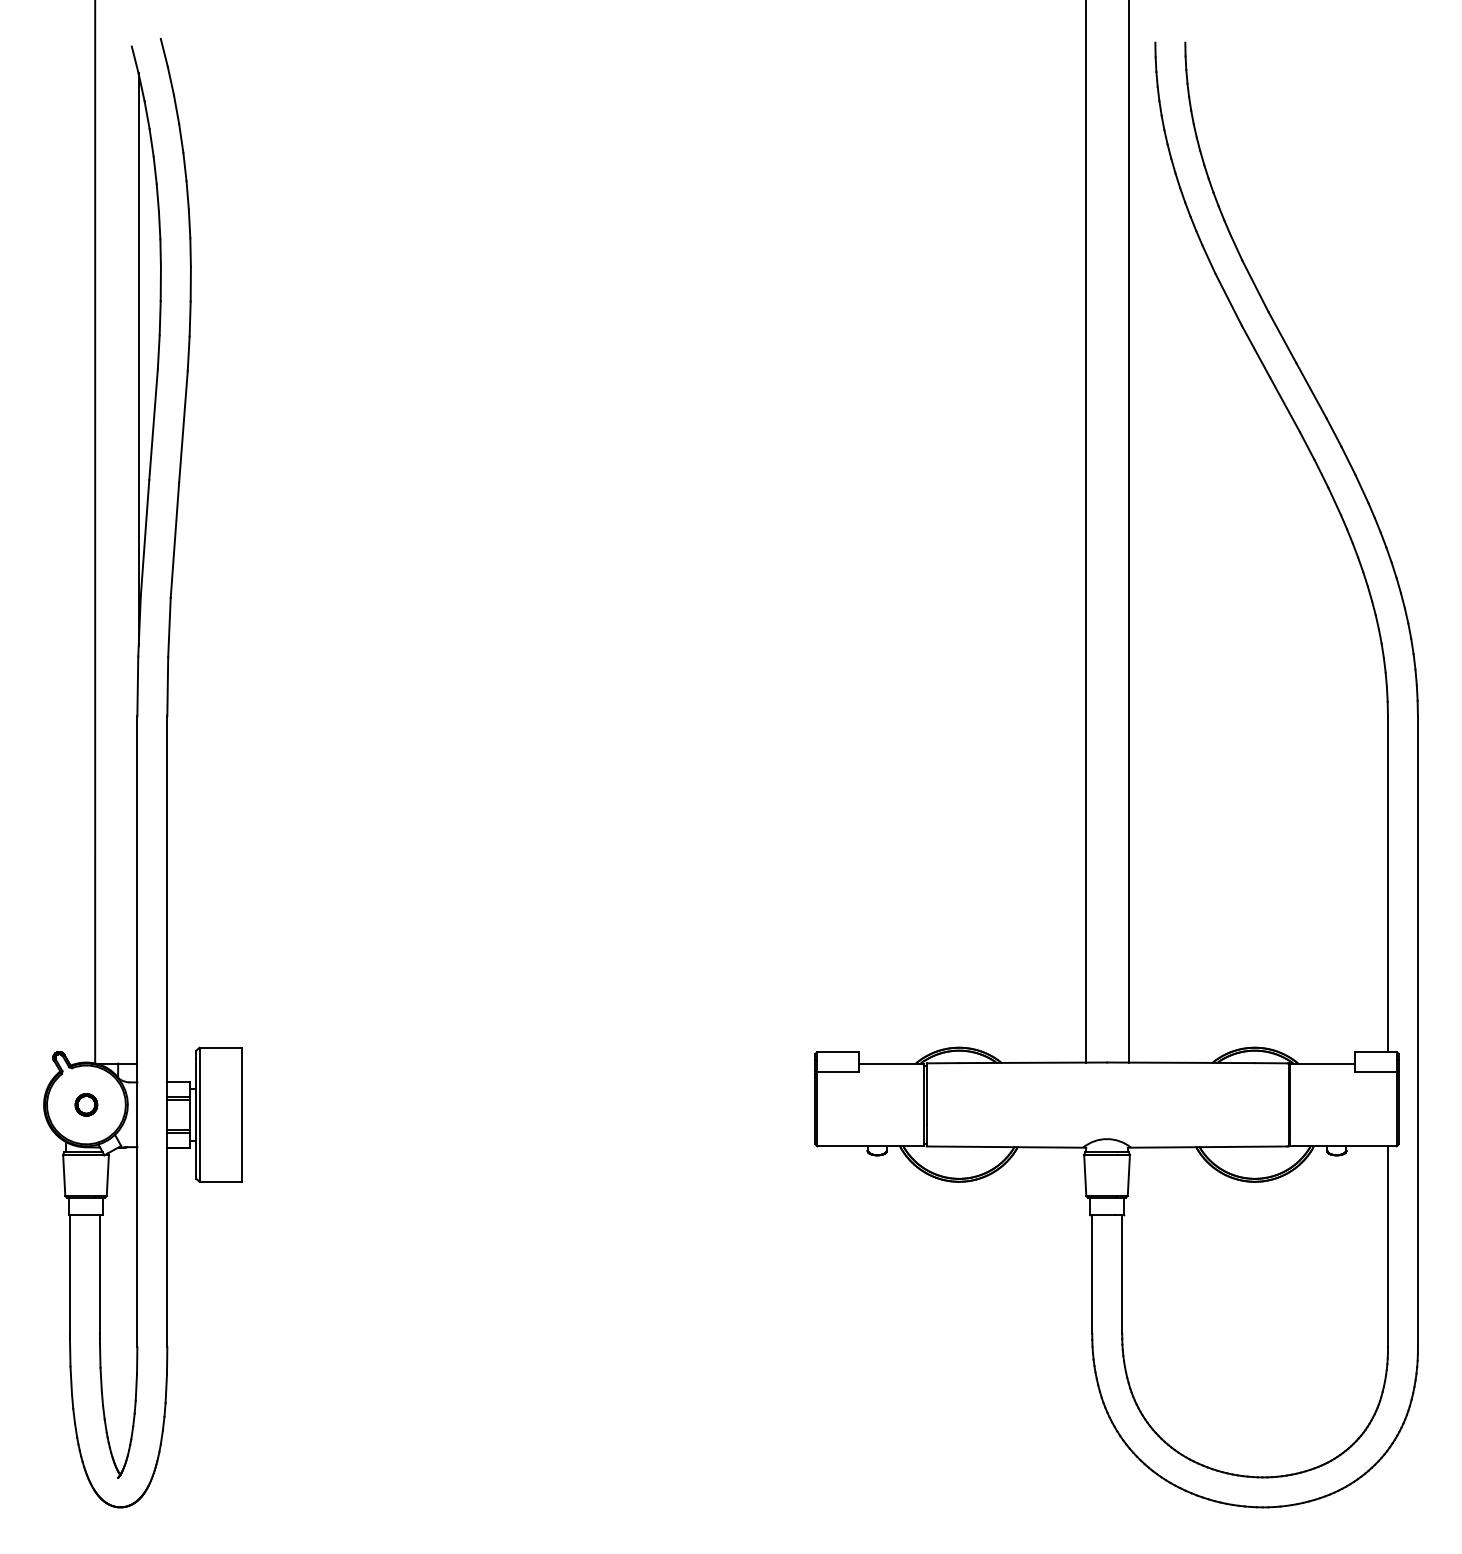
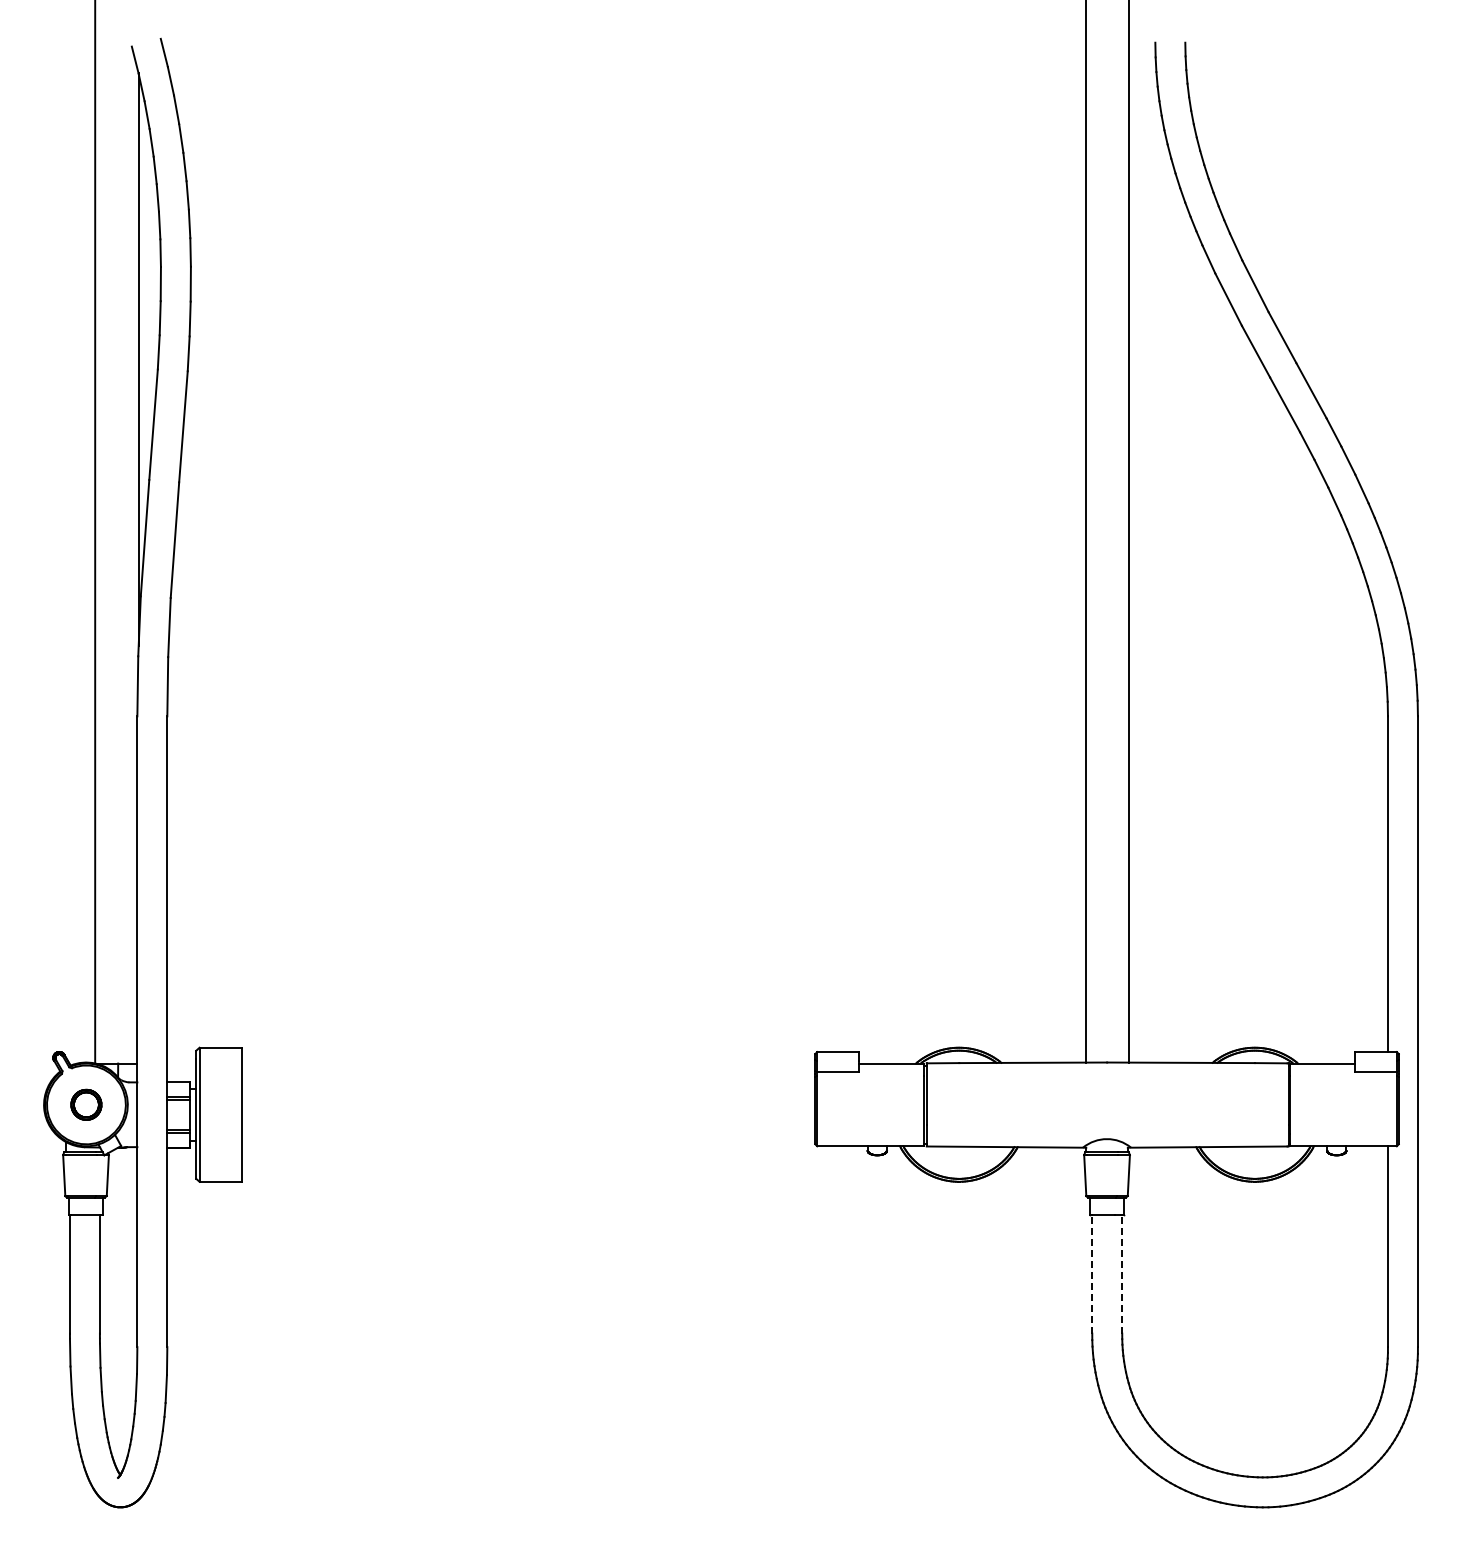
part at (86, 1104) size: 25x24 px -> 33x33 px
line at (1092, 1273): solid -> dashed
line at (1122, 1273): solid -> dashed
